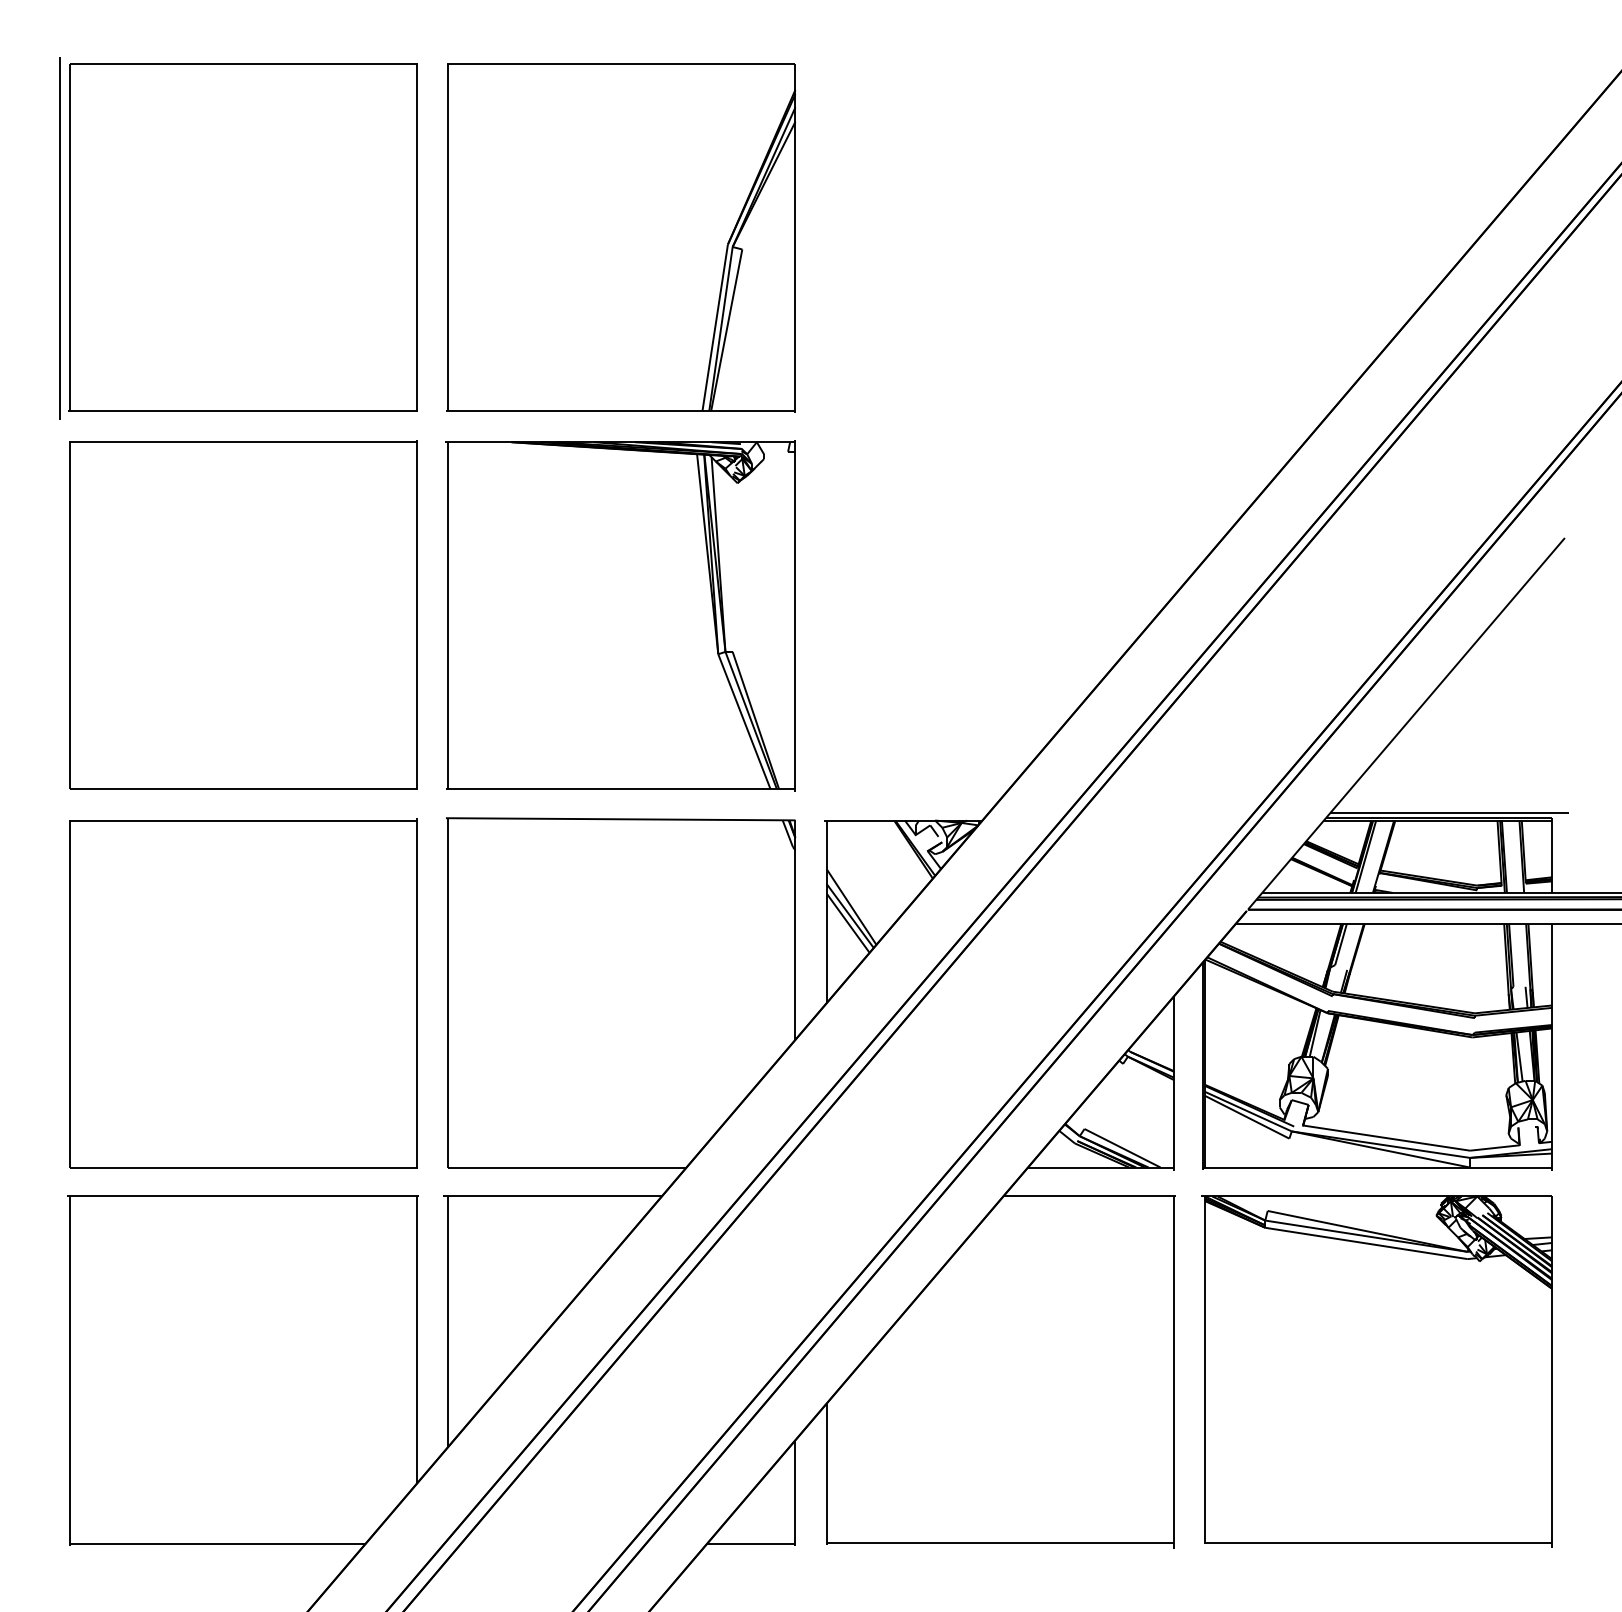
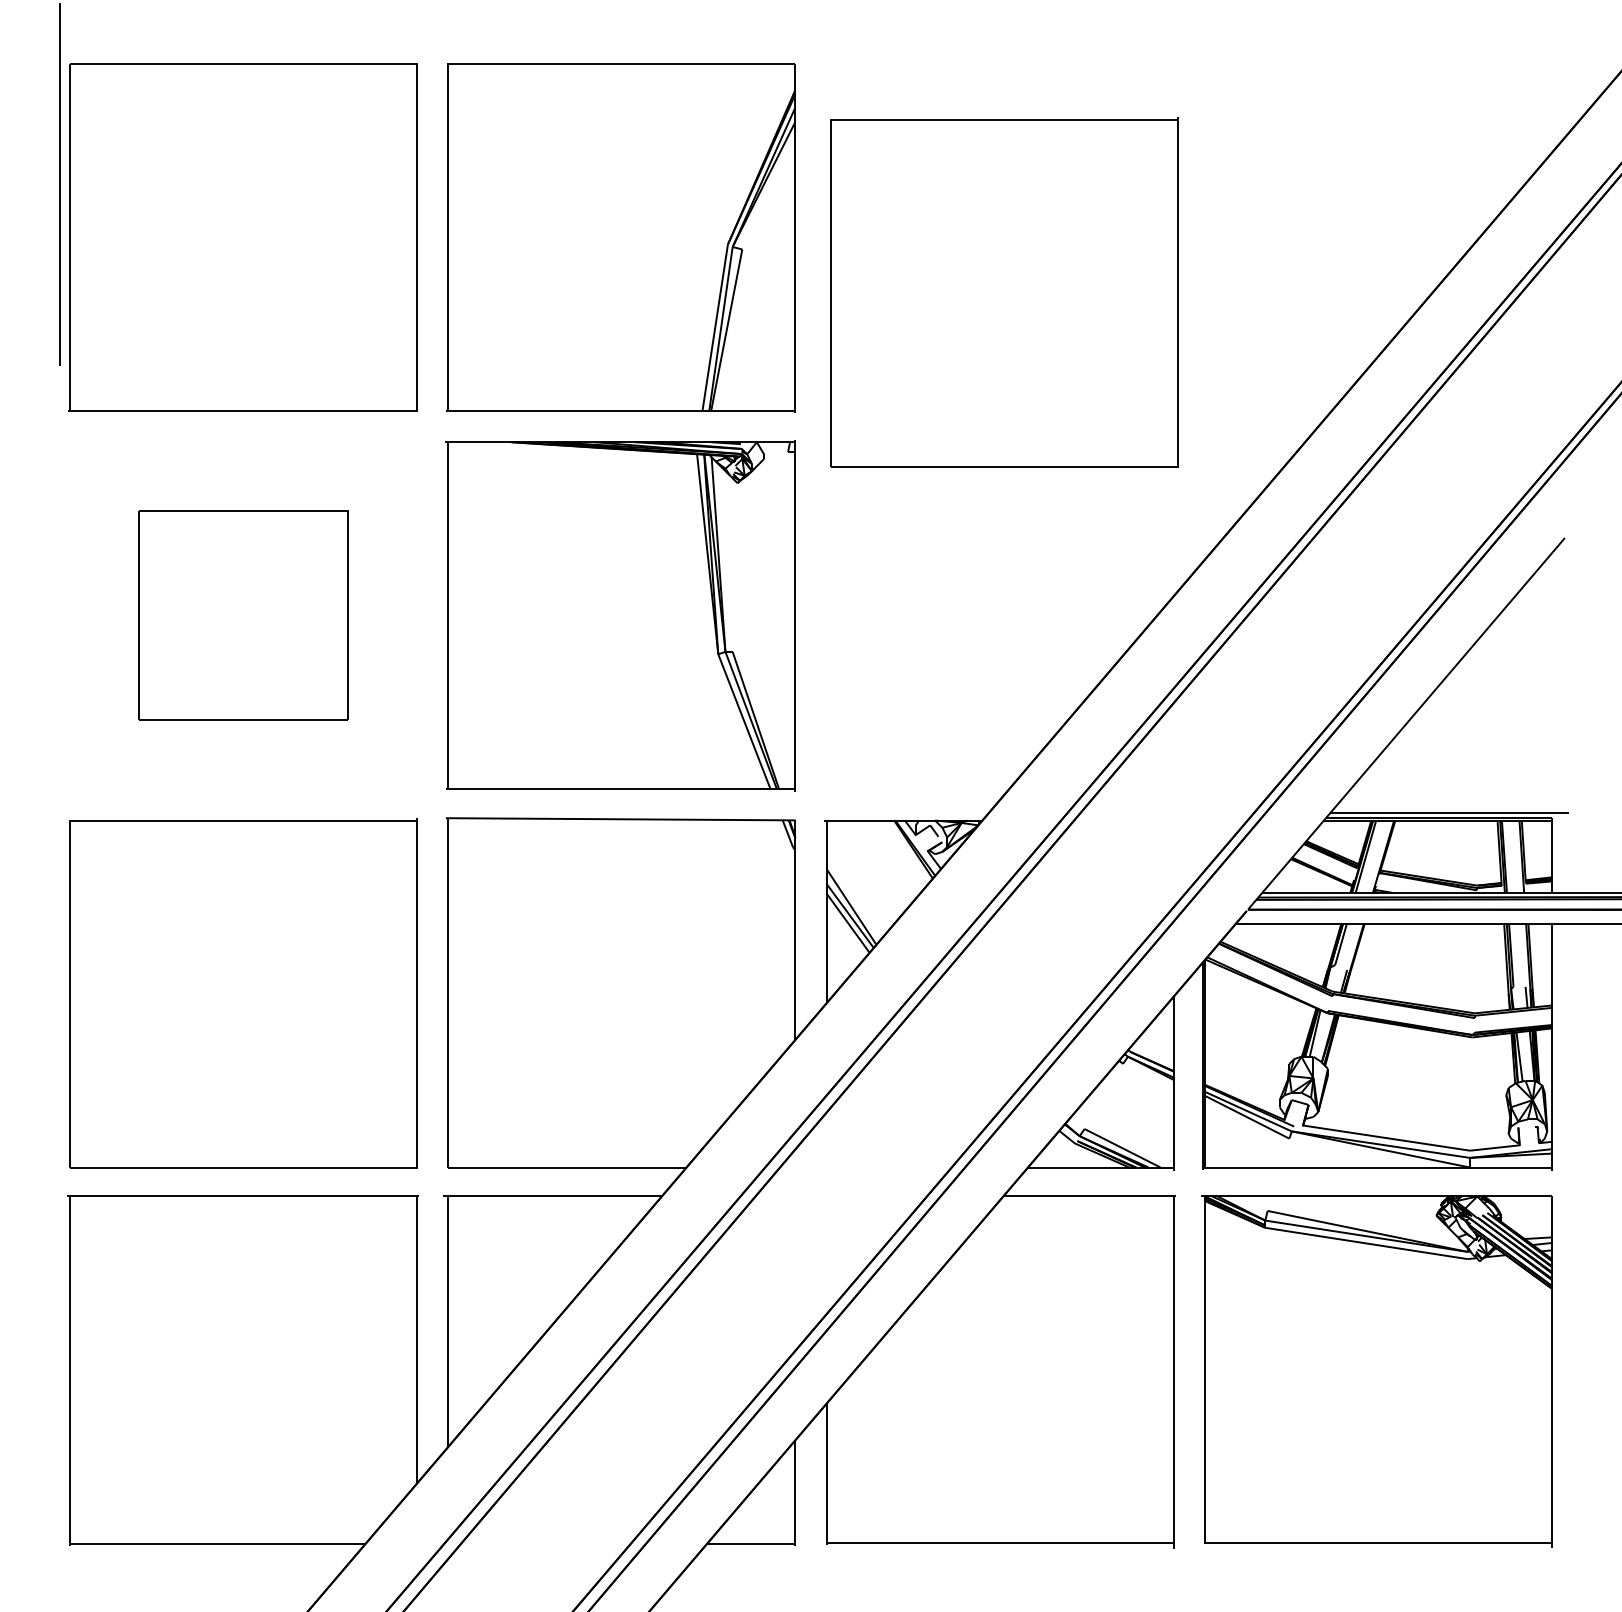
line at (59, 238) position: (59, 238) -> (59, 184)
part at (1004, 292): none -> present
part at (243, 614) size: 349x350 px -> 211x211 px
